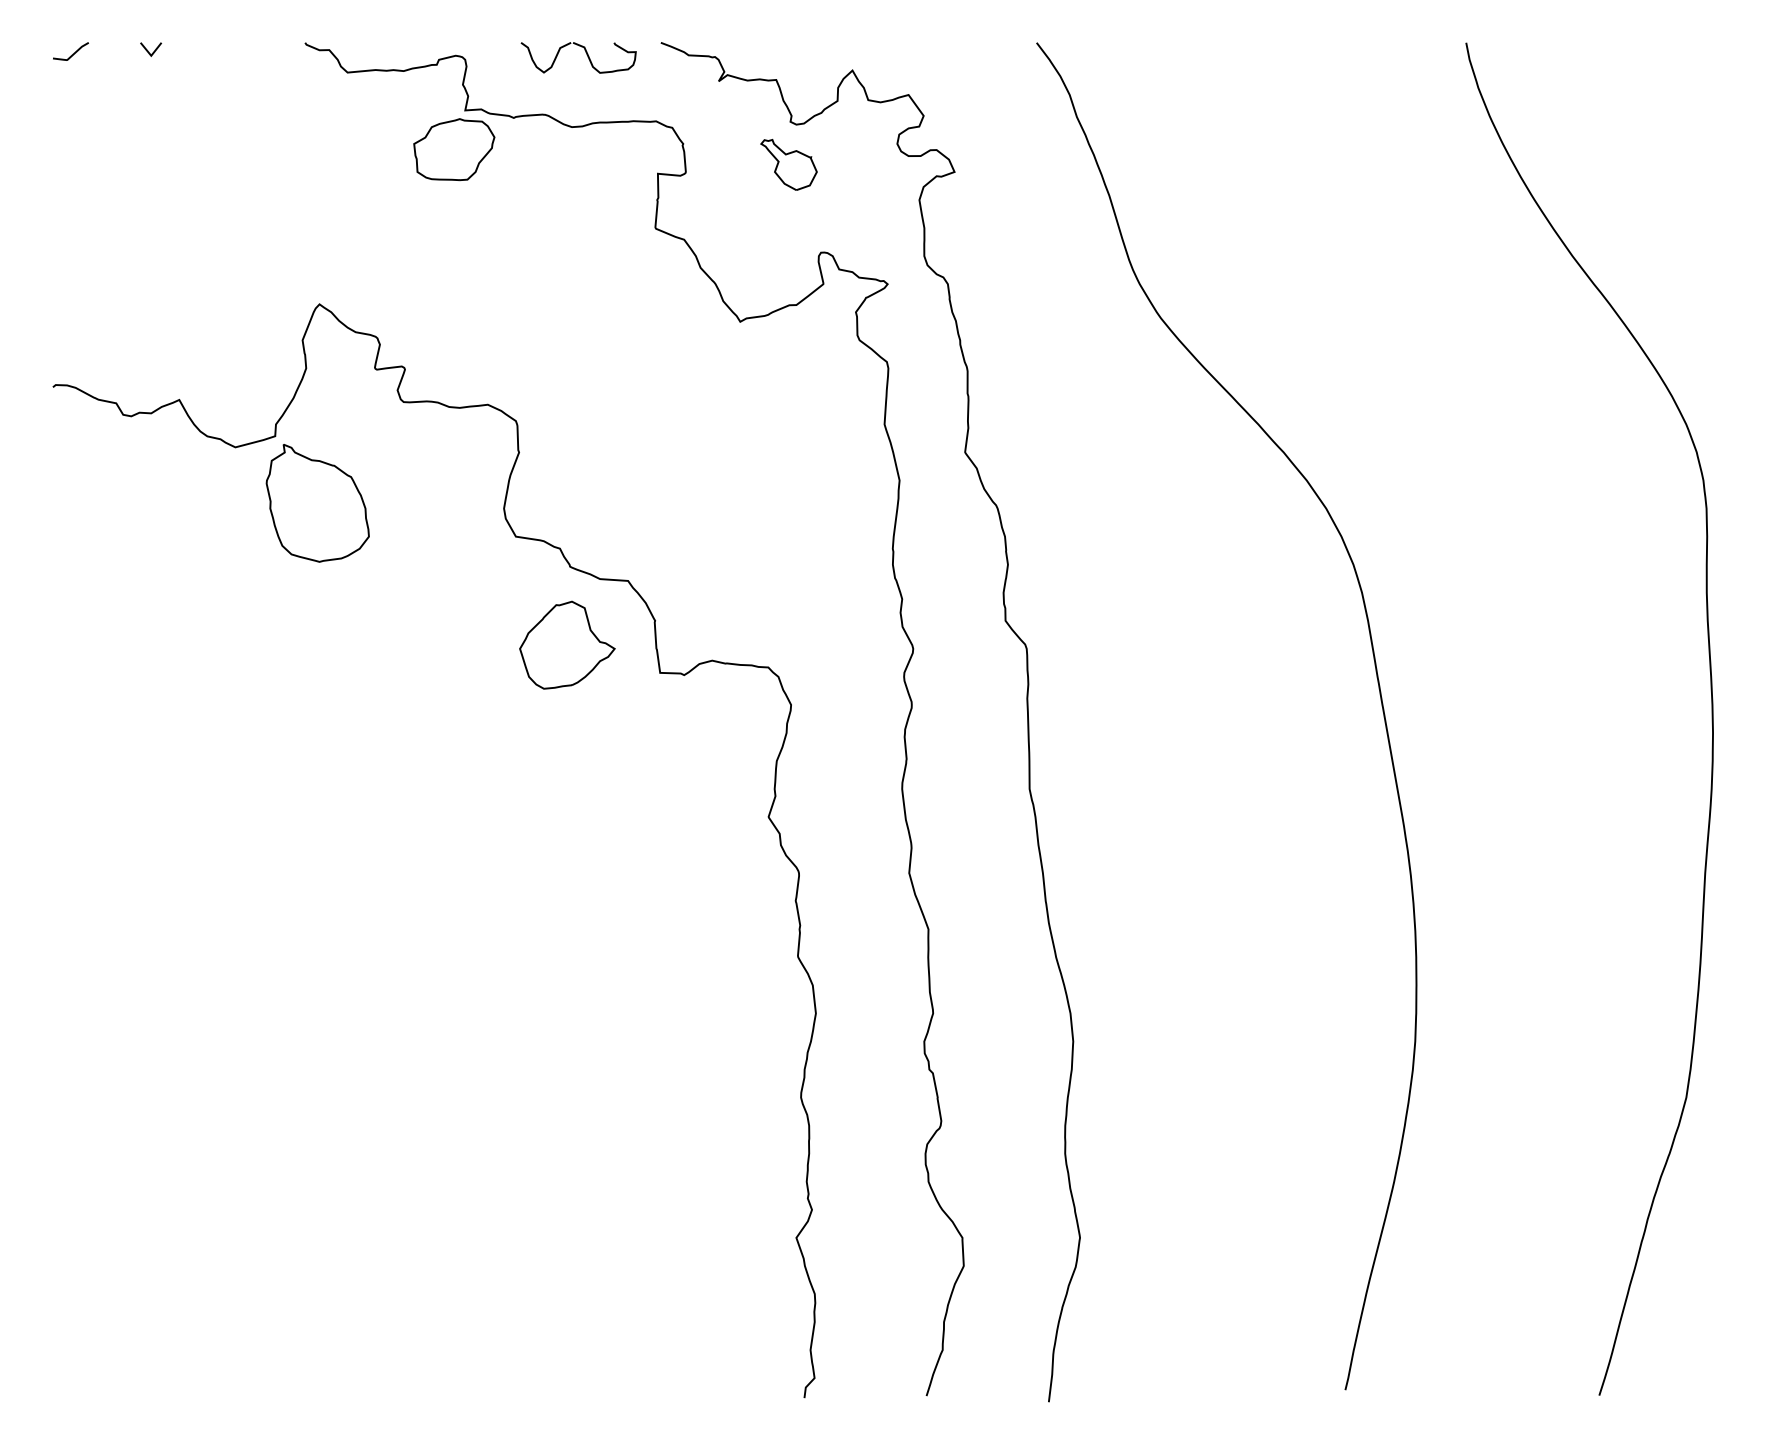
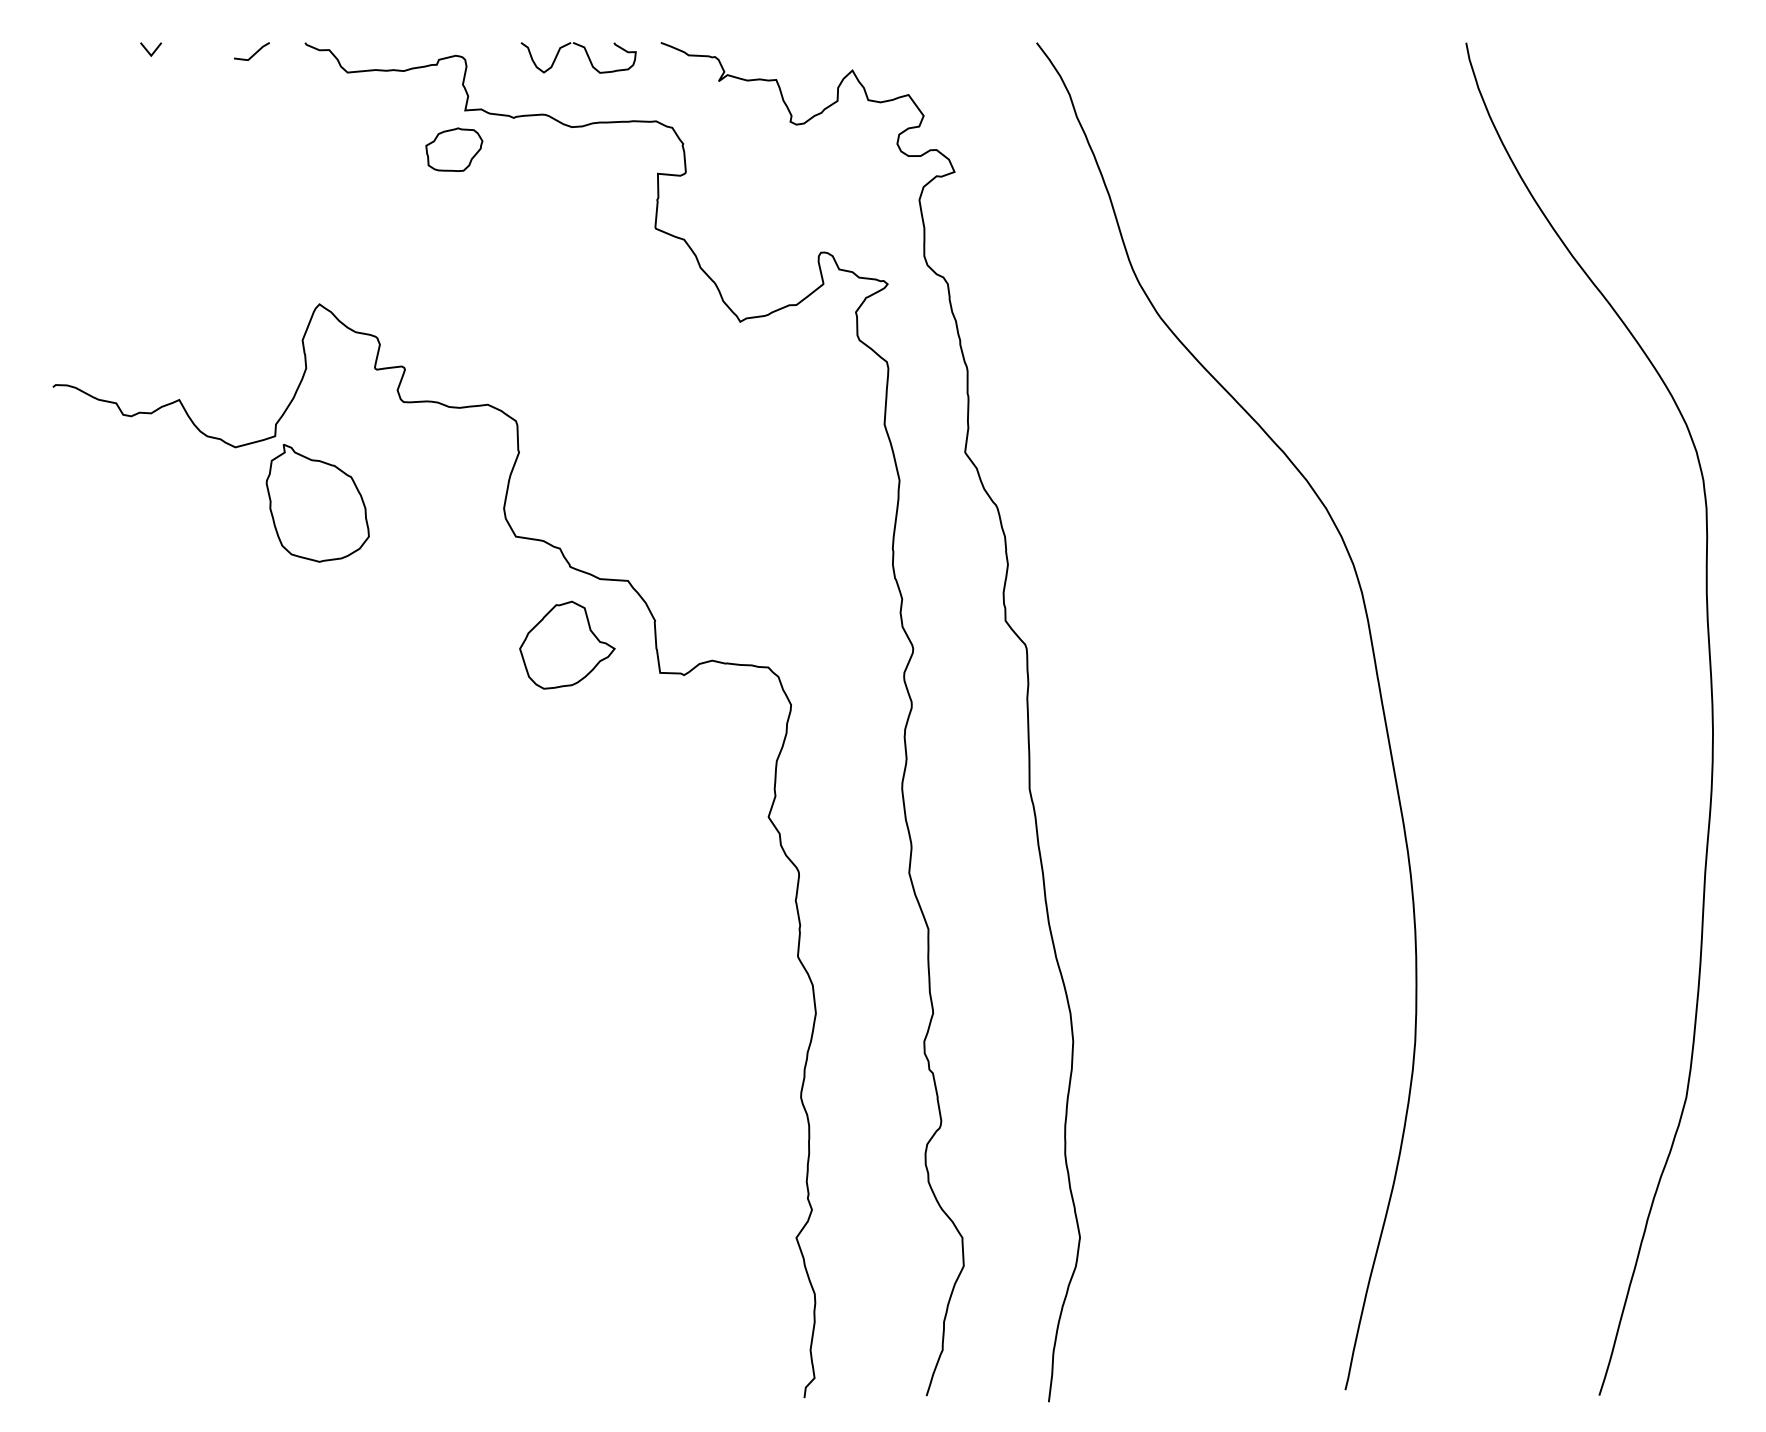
curve at (71, 54) position: (71, 54) -> (252, 54)
part at (454, 149) size: 83x64 px -> 59x45 px
part at (788, 164): present -> none
